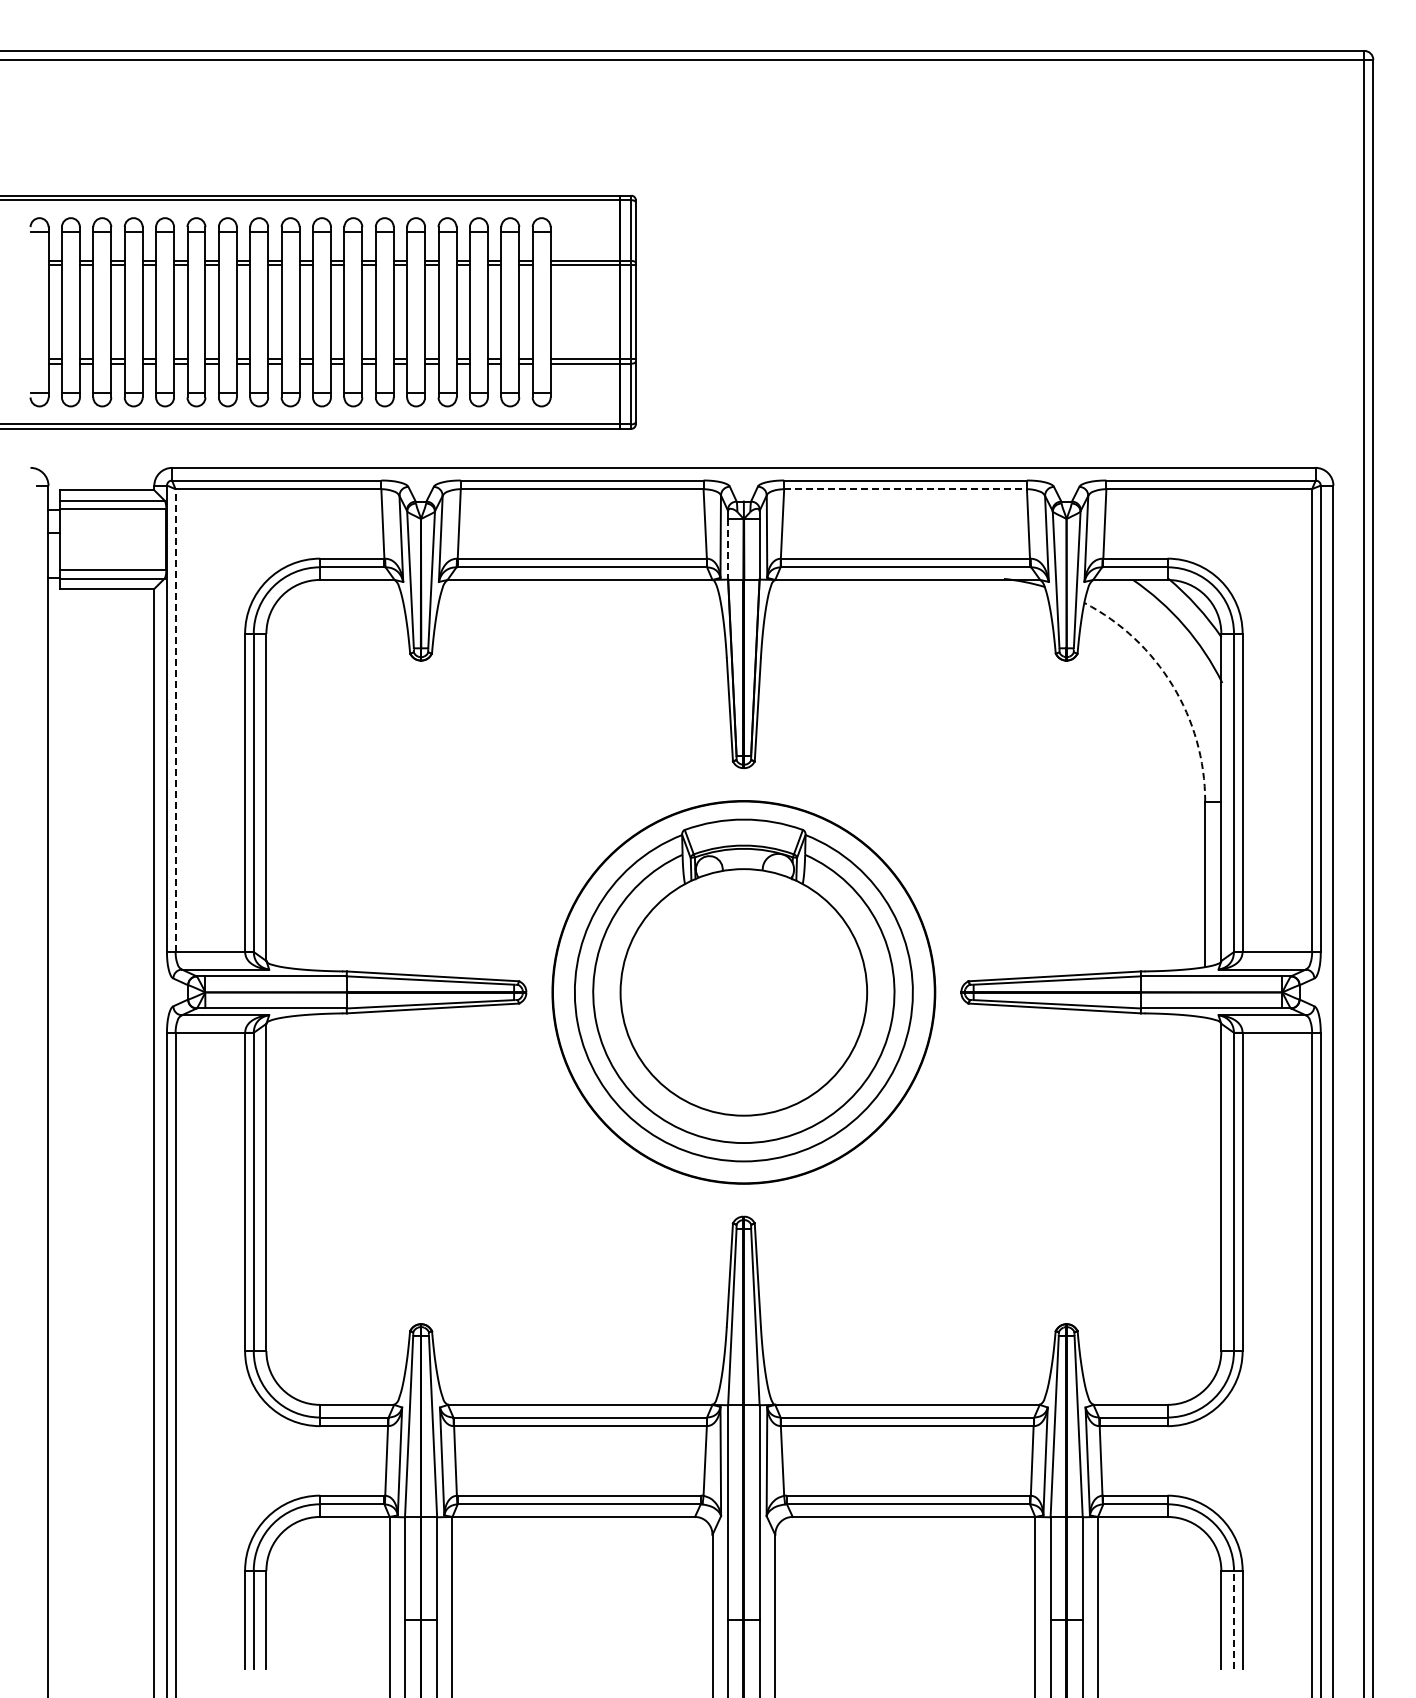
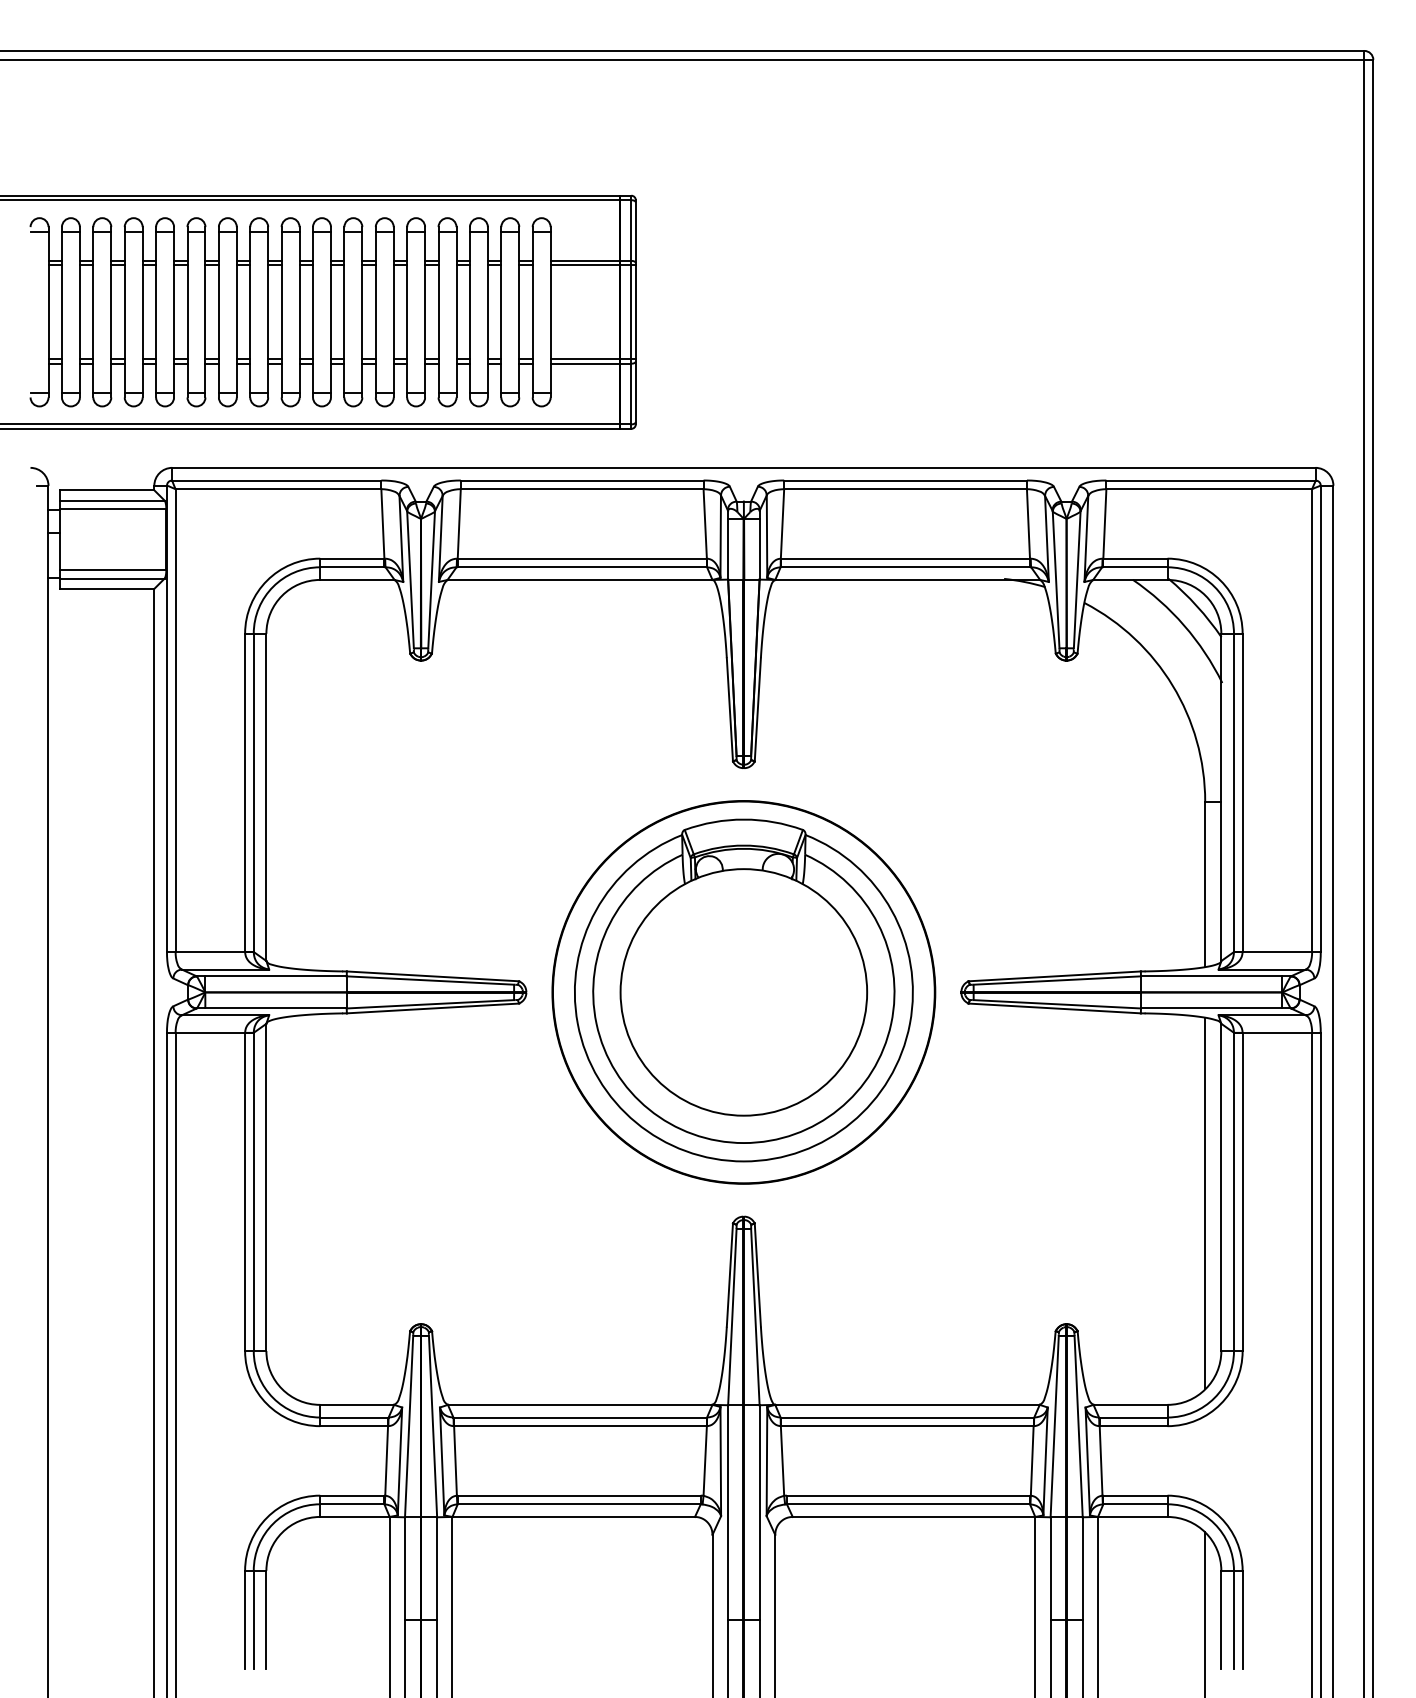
line at (906, 489): dashed -> solid
line at (728, 549): dashed -> solid
arc at (1172, 685): dashed -> solid
line at (175, 719): dashed -> solid
line at (1205, 1203): none -> present
line at (1205, 1613): none -> present
line at (1233, 1619): dashed -> solid
